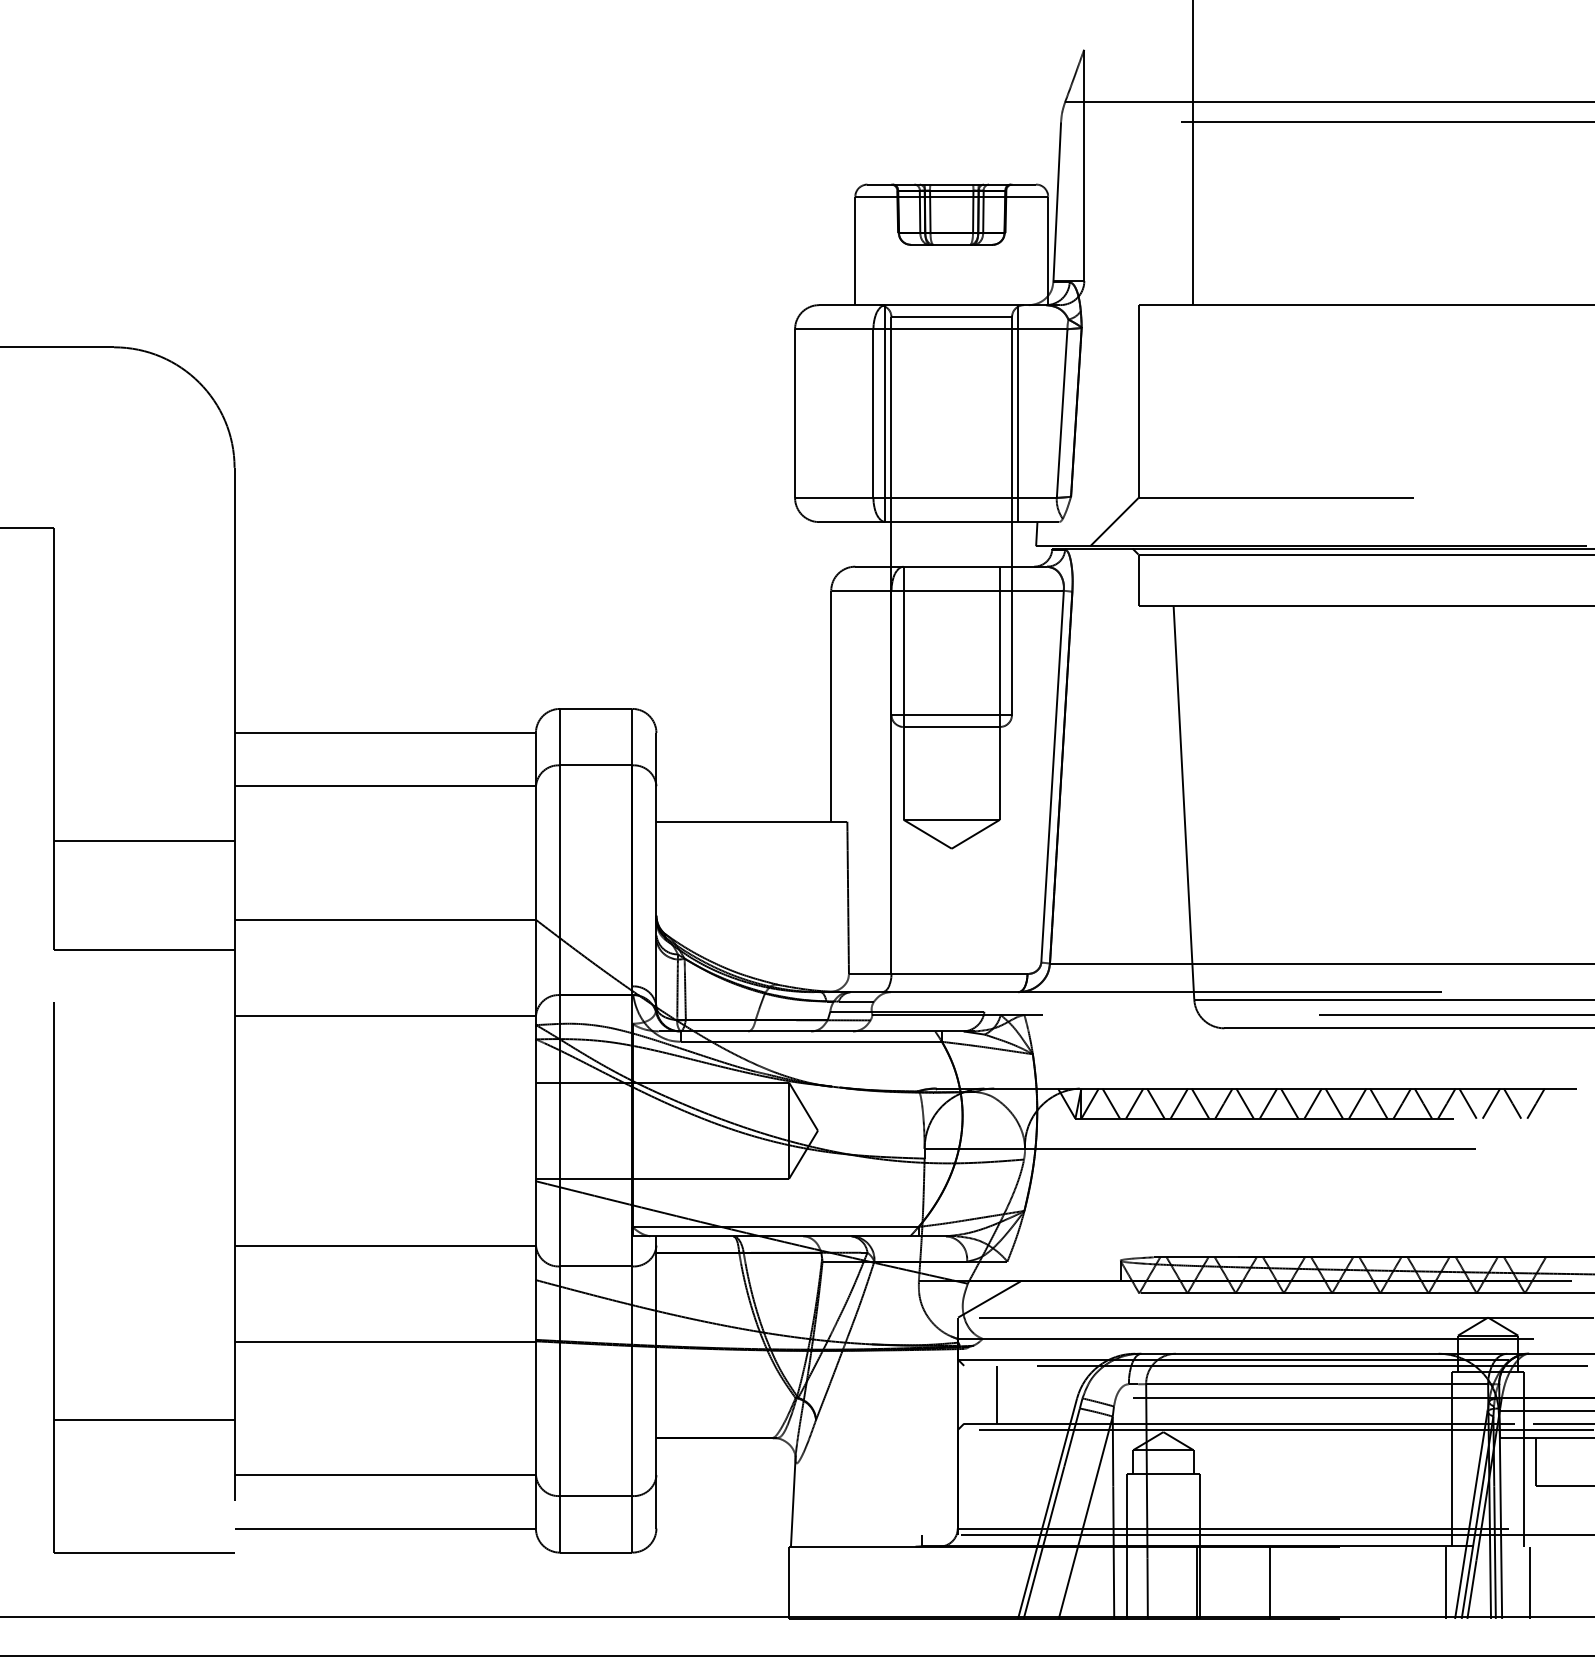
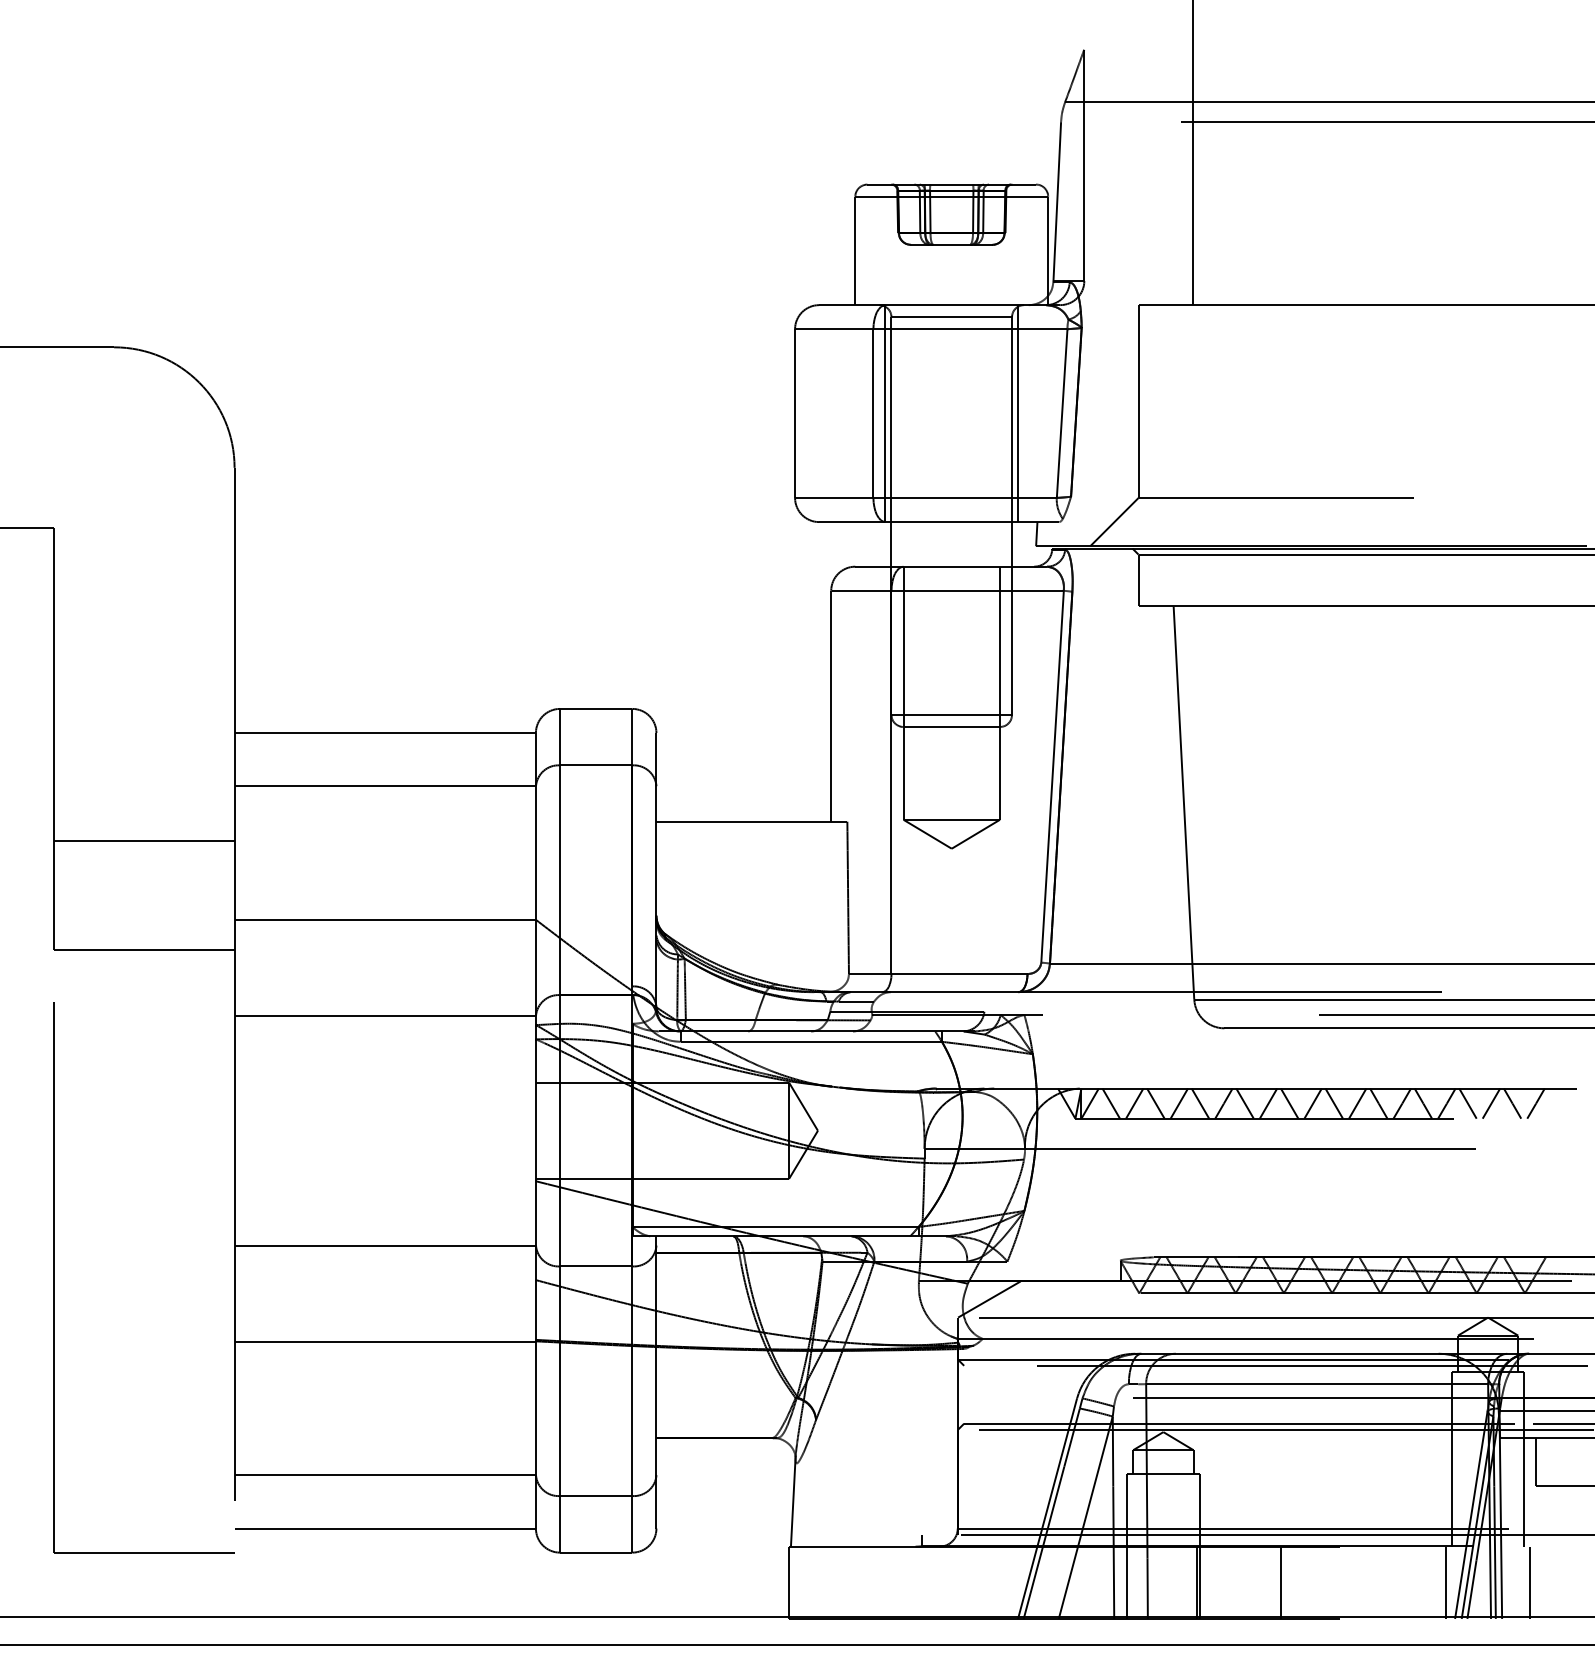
line at (996, 1394): present -> none
line at (143, 1420): present -> none
line at (1269, 1582) position: (1269, 1582) -> (1280, 1582)
line at (796, 1655) position: (796, 1655) -> (796, 1644)
